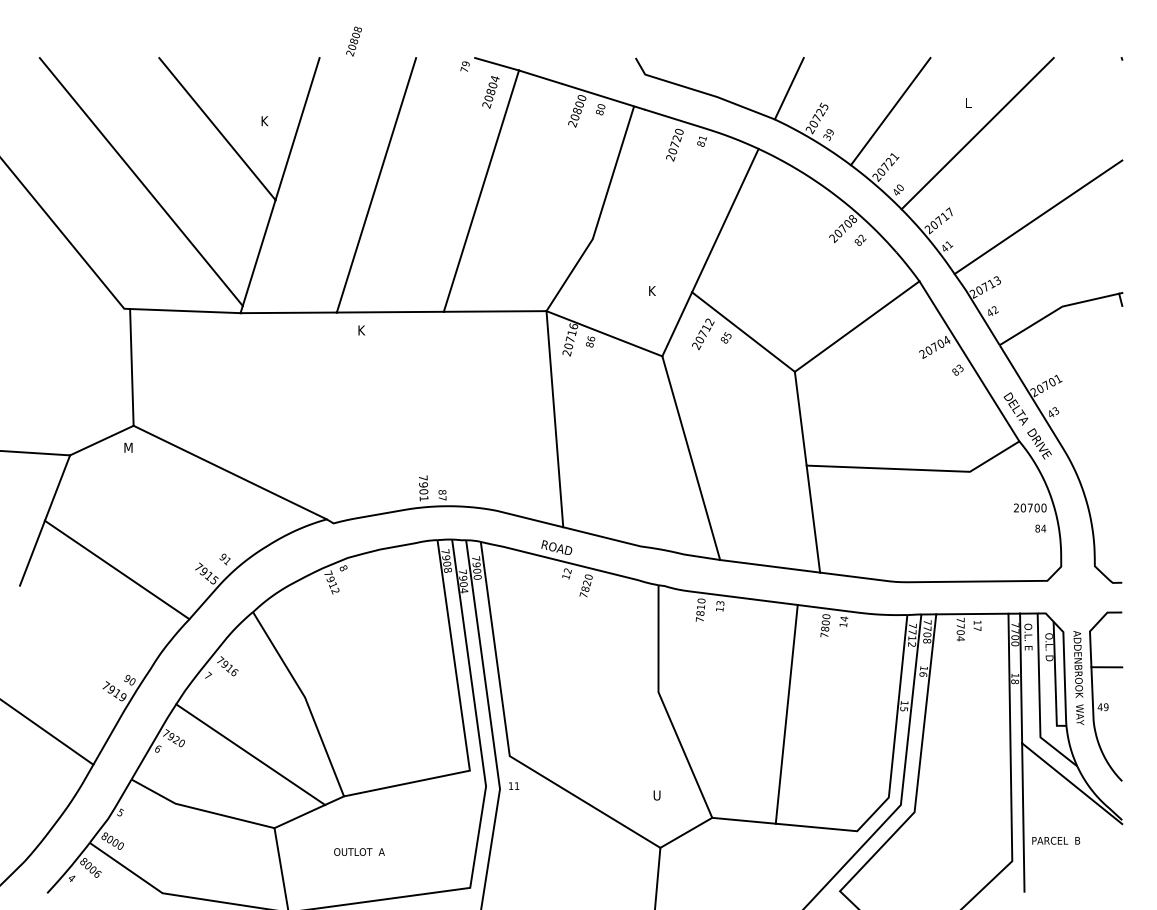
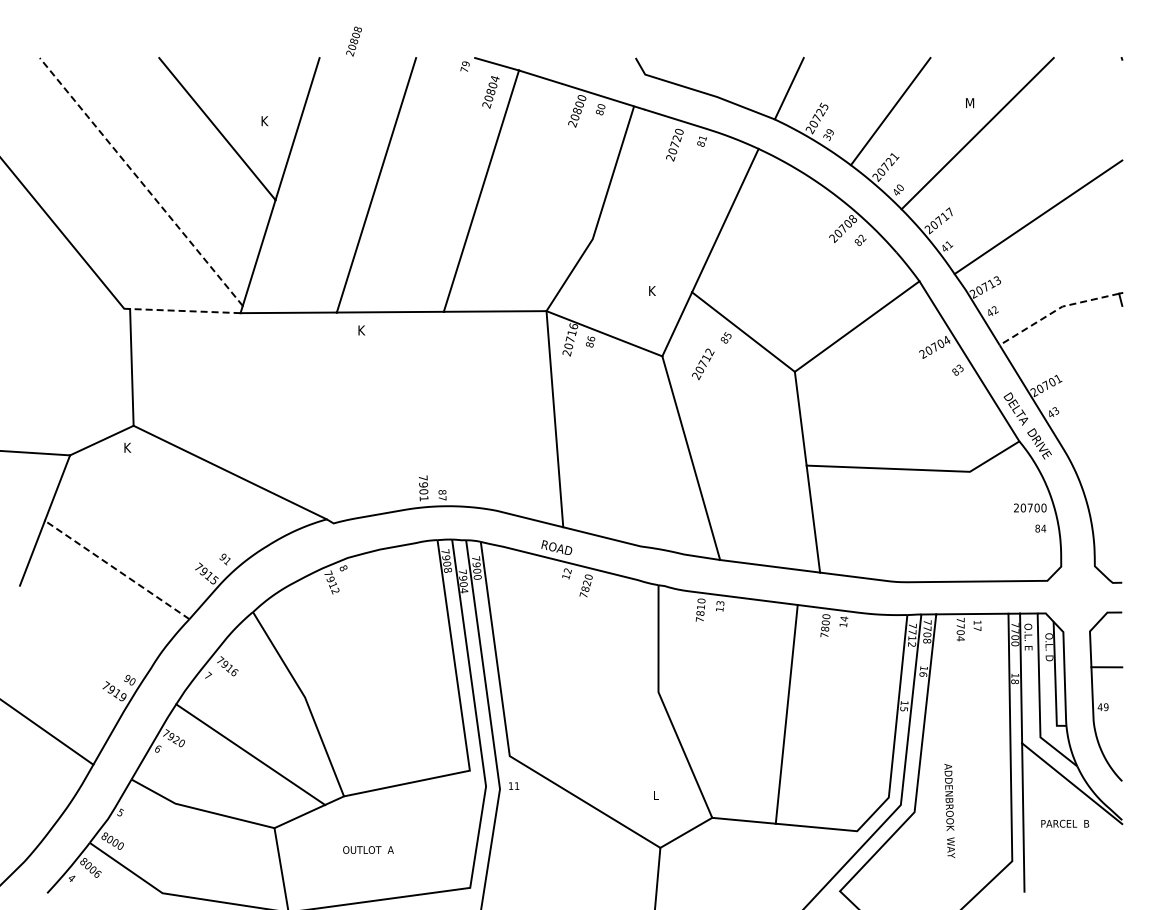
text at (970, 103): L -> M
line at (141, 181): solid -> dashed
line at (1056, 310): solid -> dashed
line at (184, 311): solid -> dashed
text at (703, 333) position: (703, 333) -> (703, 363)
text at (128, 447): M -> K
line at (116, 569): solid -> dashed
text at (1078, 677) position: (1078, 677) -> (949, 810)
text at (656, 795): U -> L
text at (1056, 840) position: (1056, 840) -> (1065, 823)
text at (359, 851) position: (359, 851) -> (368, 849)
